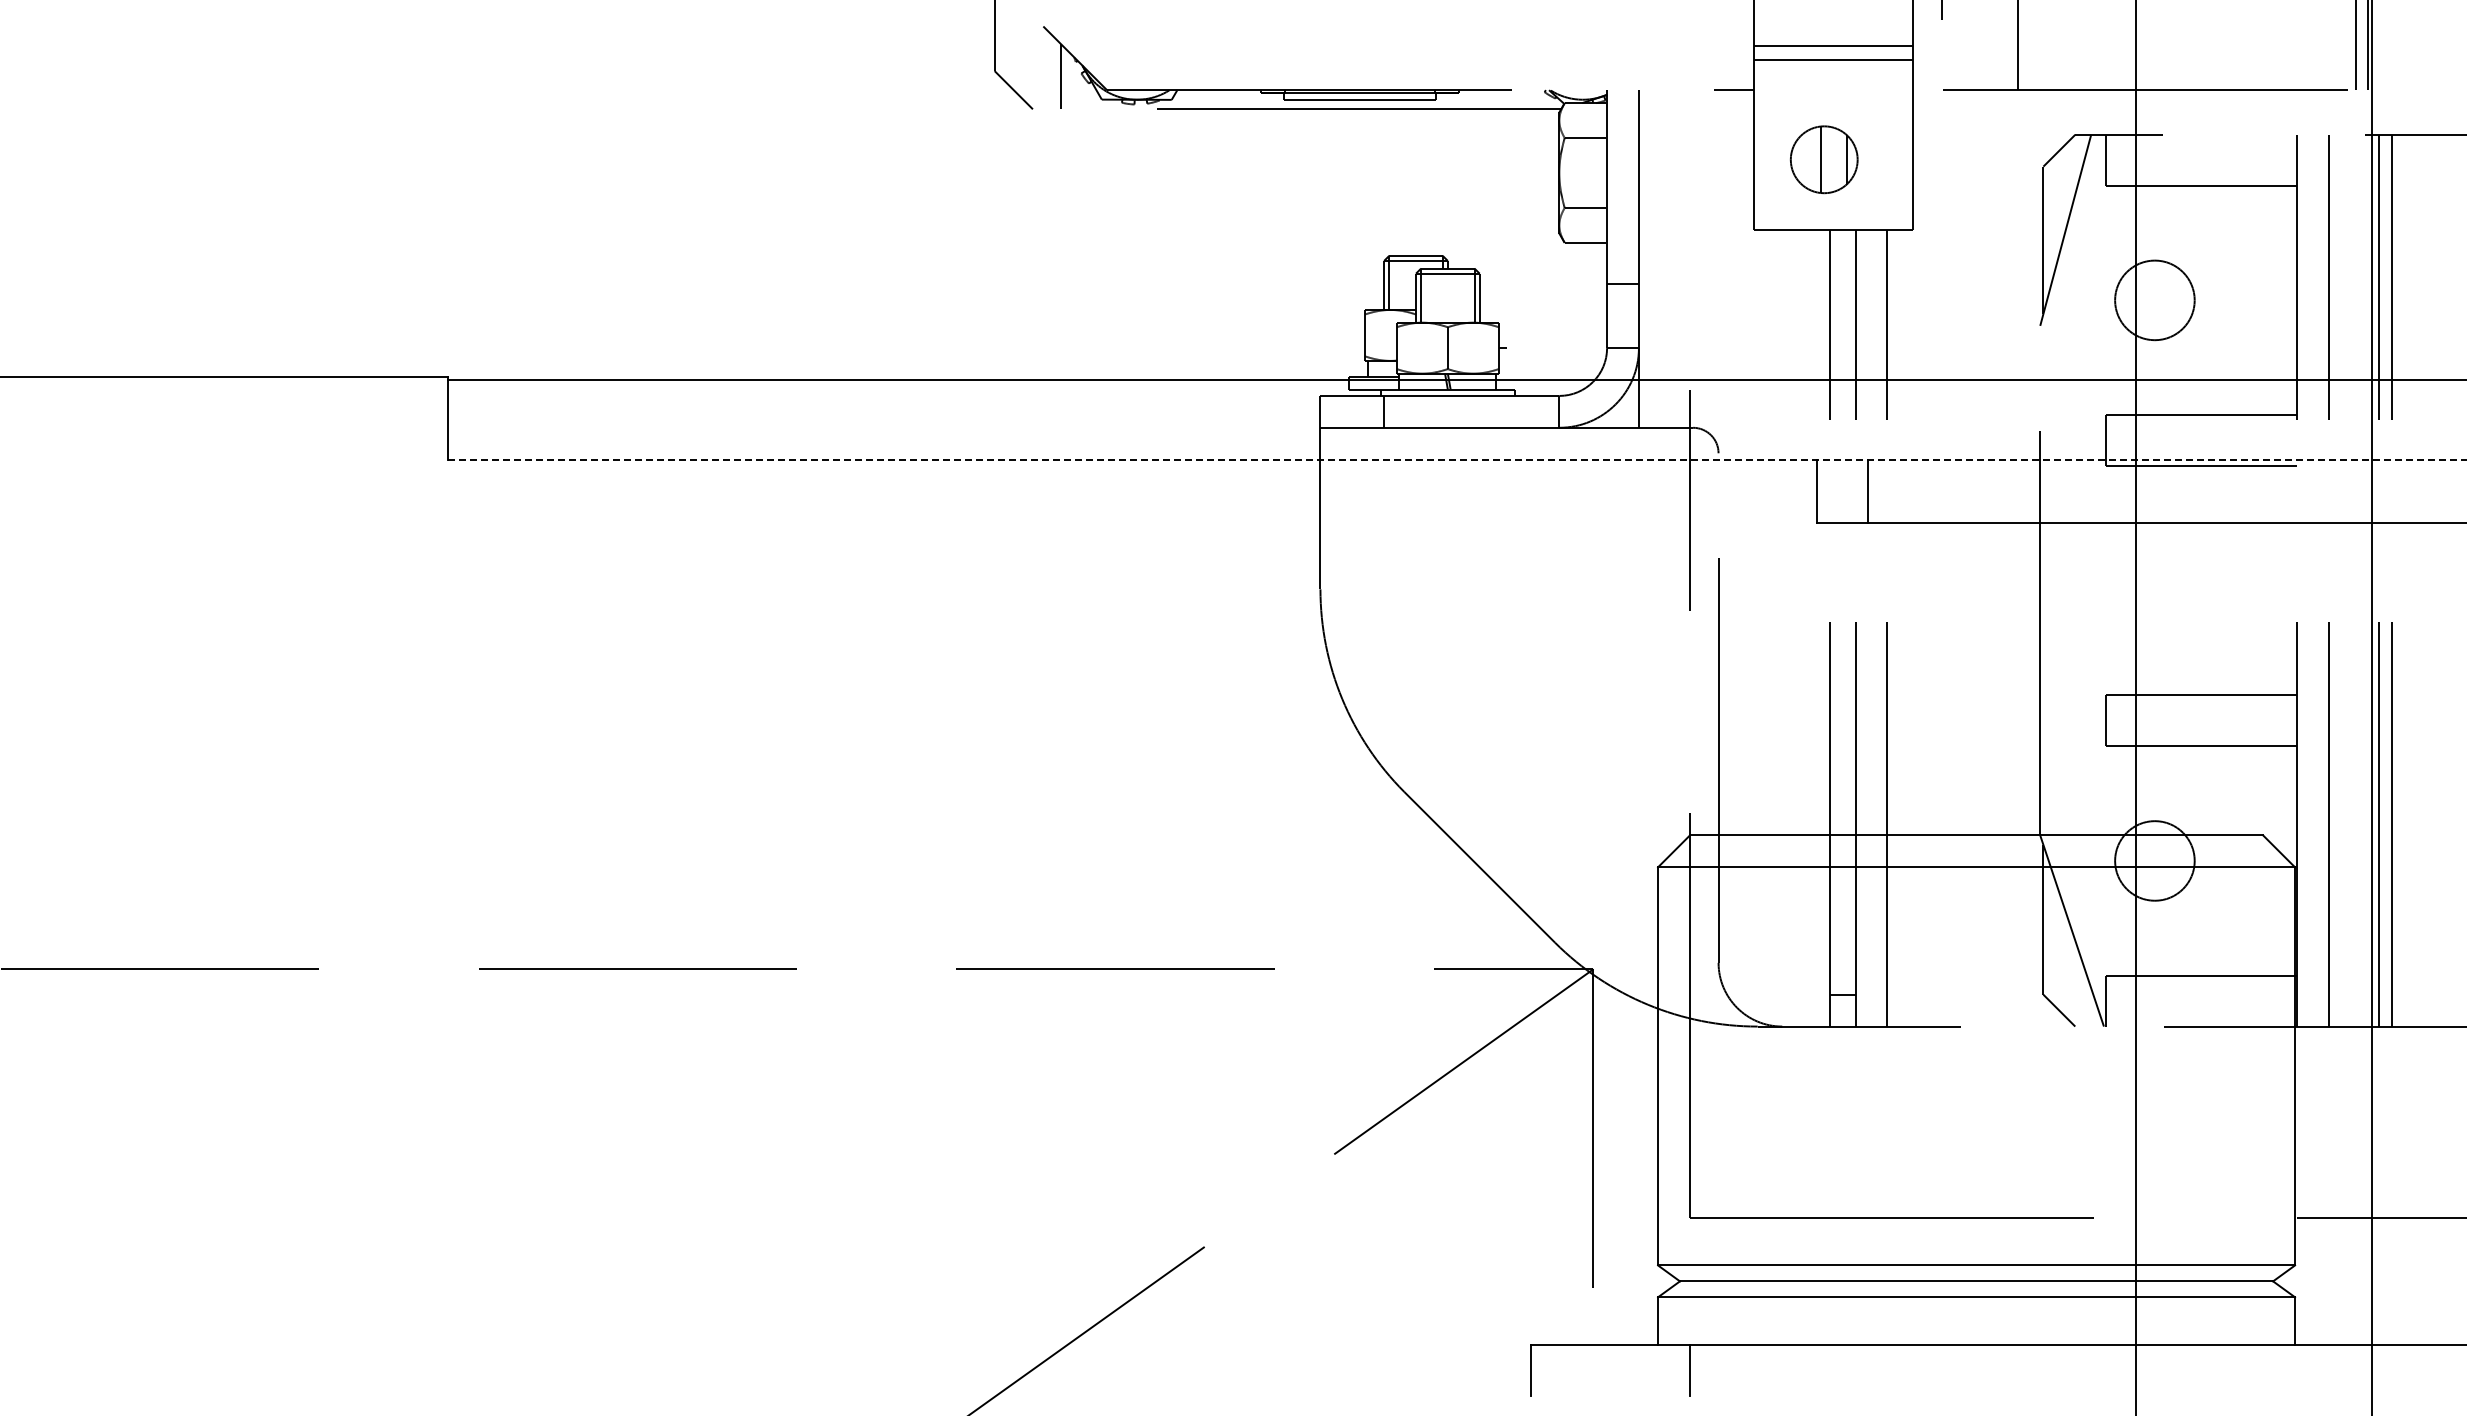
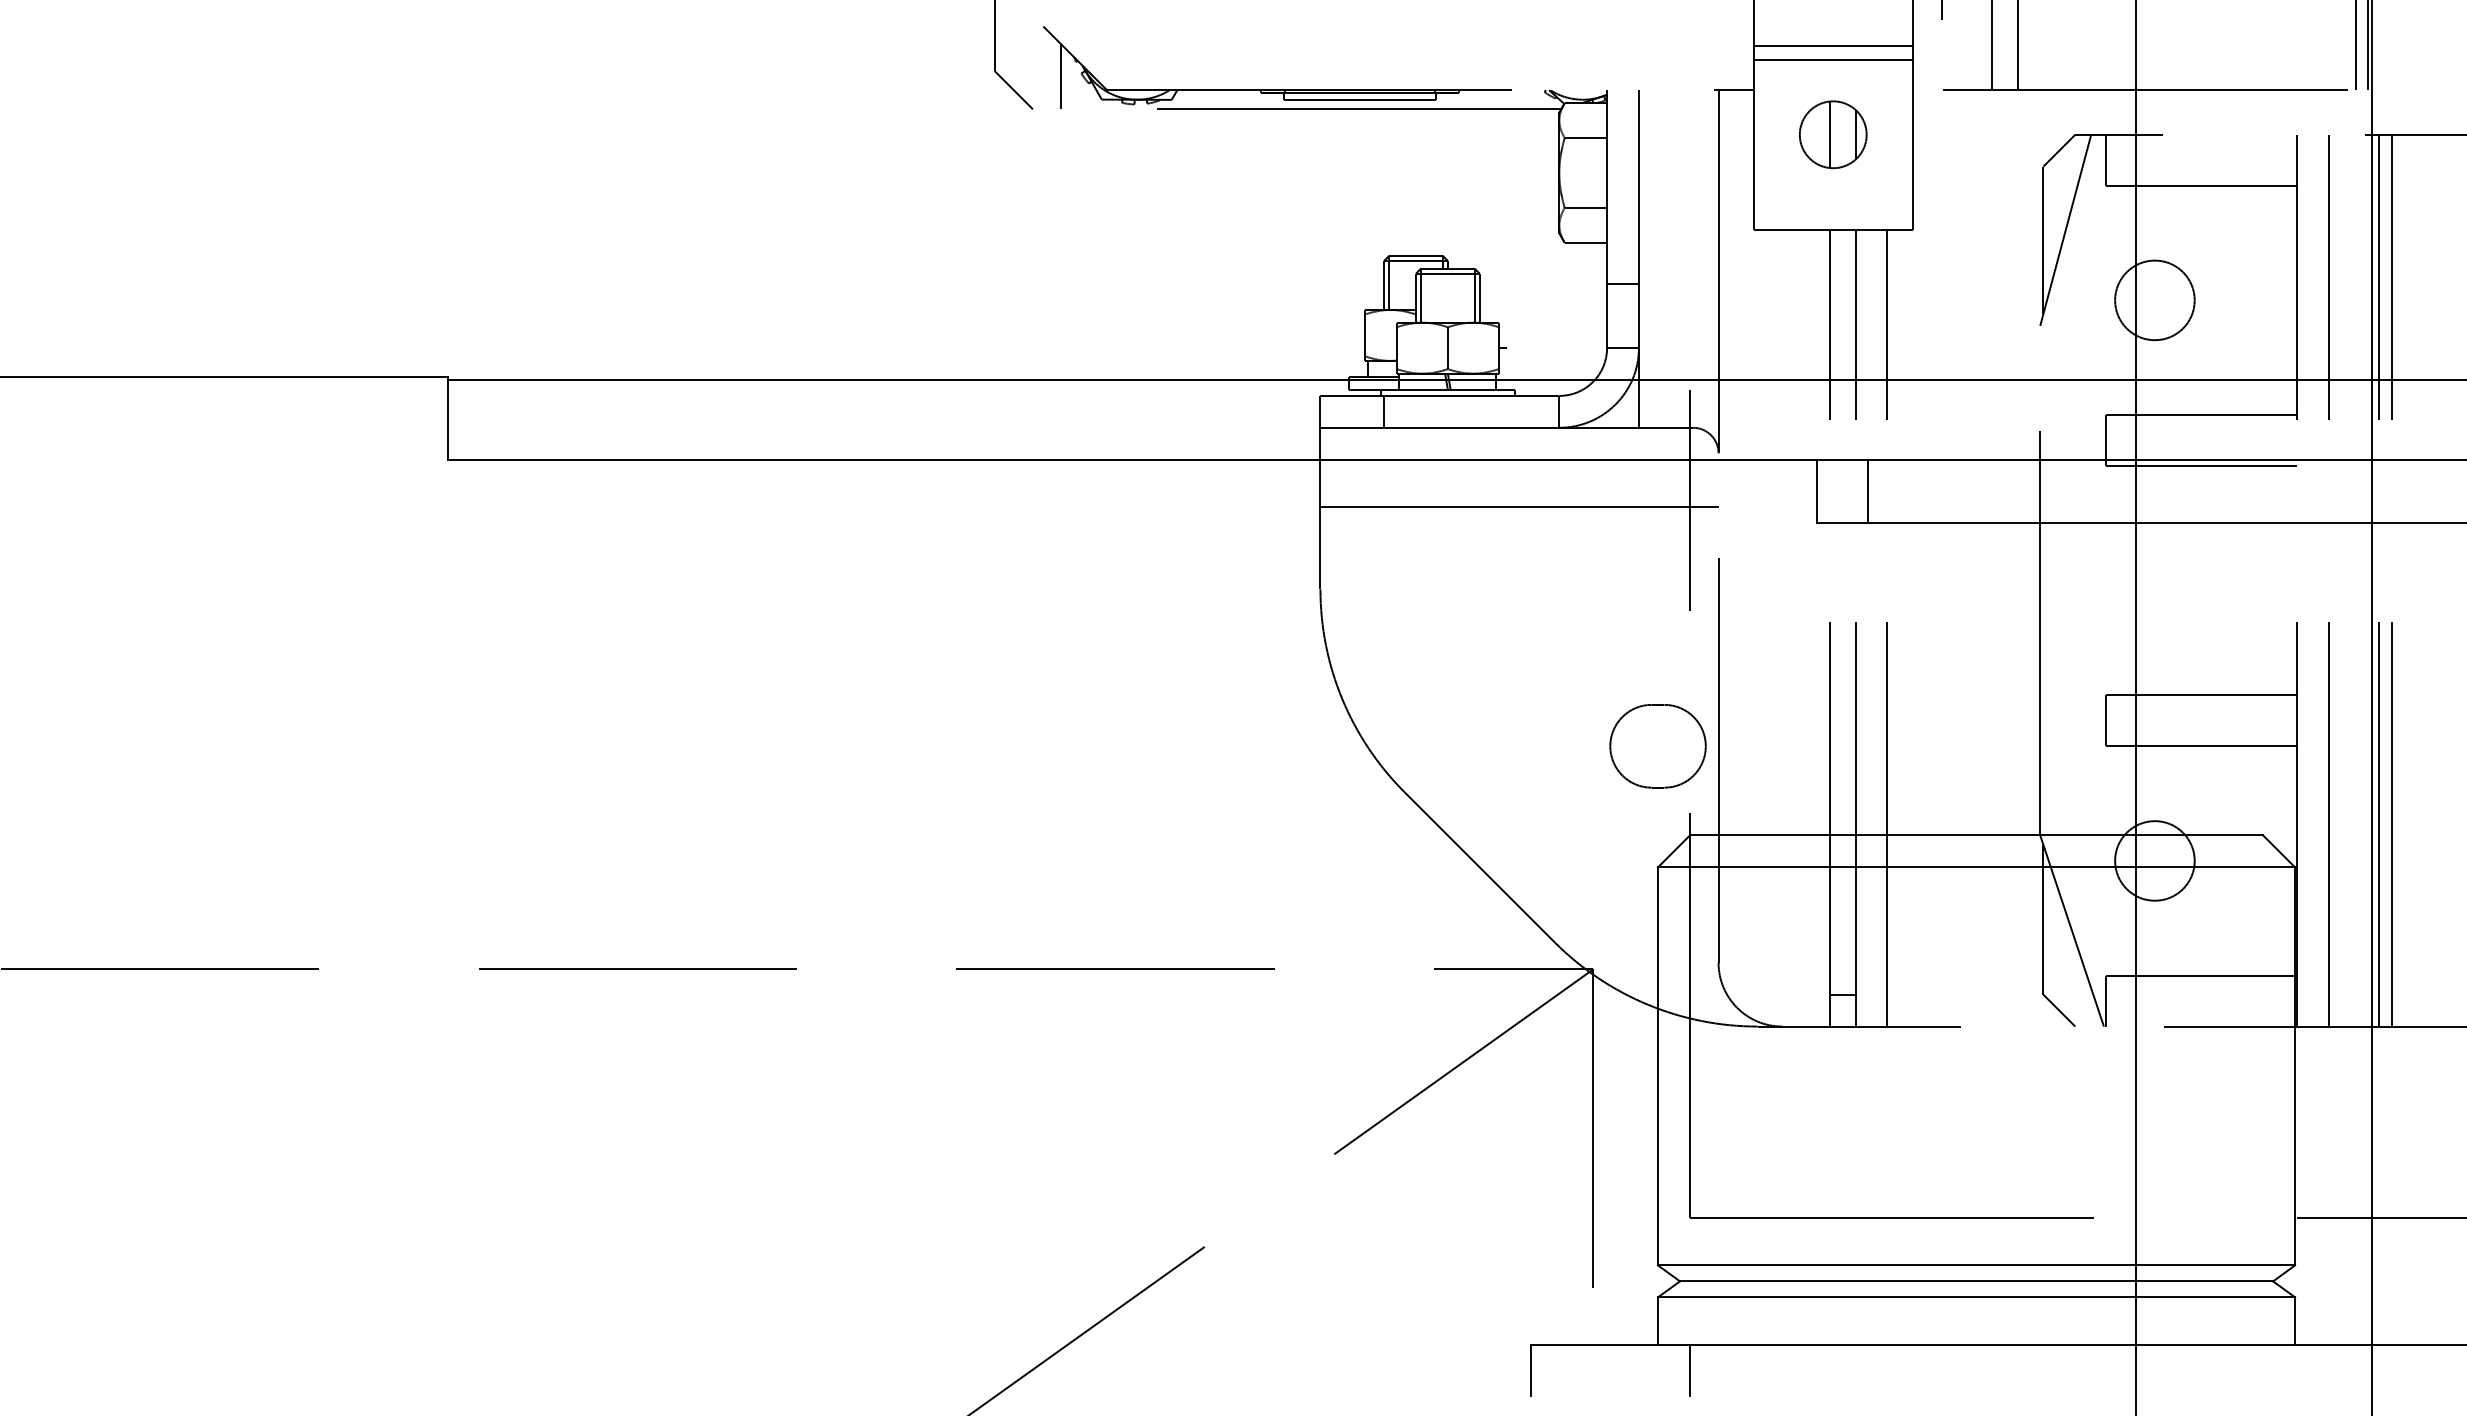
line at (1992, 46): none -> present
part at (1823, 159) position: (1823, 159) -> (1832, 134)
line at (1718, 271): none -> present
line at (1457, 459): dashed -> solid
line at (1519, 507): none -> present
part at (1657, 746): none -> present
